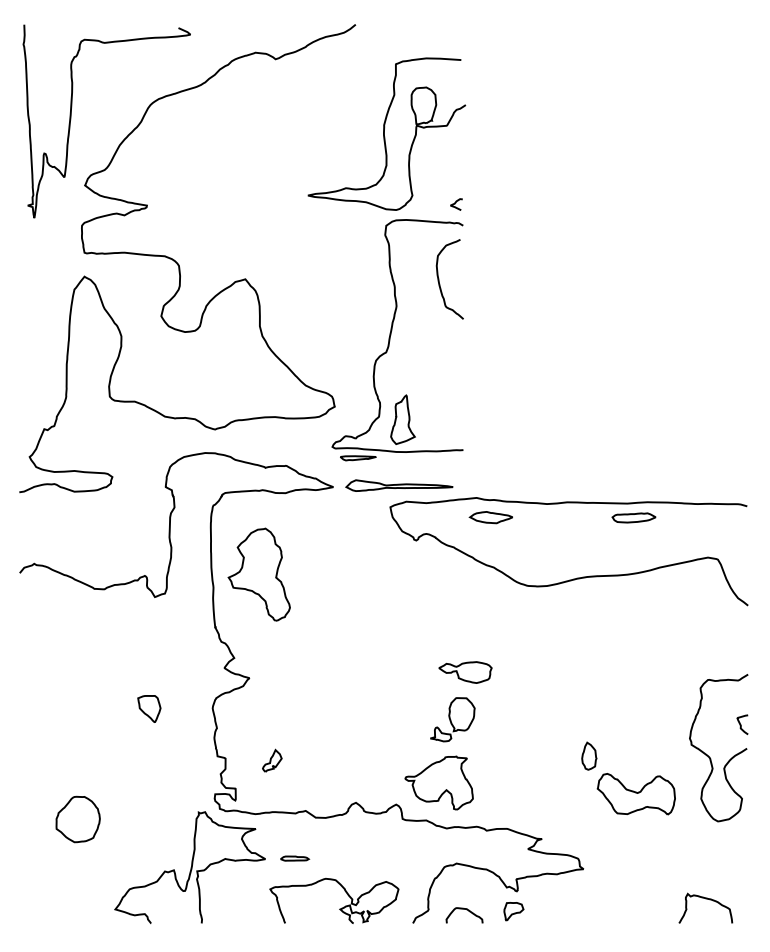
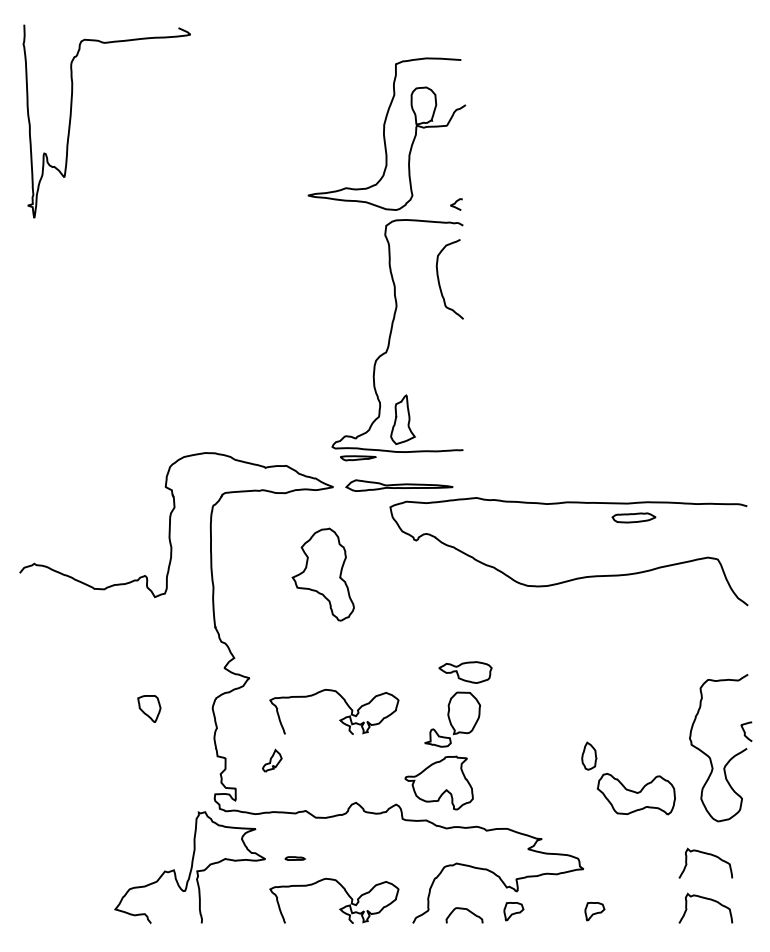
curve at (179, 264): present -> none
part at (490, 517): present -> none
part at (258, 574) position: (258, 574) -> (322, 574)
curve at (339, 719): none -> present
part at (452, 719) size: 46x46 px -> 58x57 px
curve at (741, 724) position: (741, 724) -> (745, 731)
part at (77, 819): present -> none
curve at (705, 854): none -> present
part at (295, 858) size: 31x7 px -> 22x5 px
part at (594, 911): none -> present
